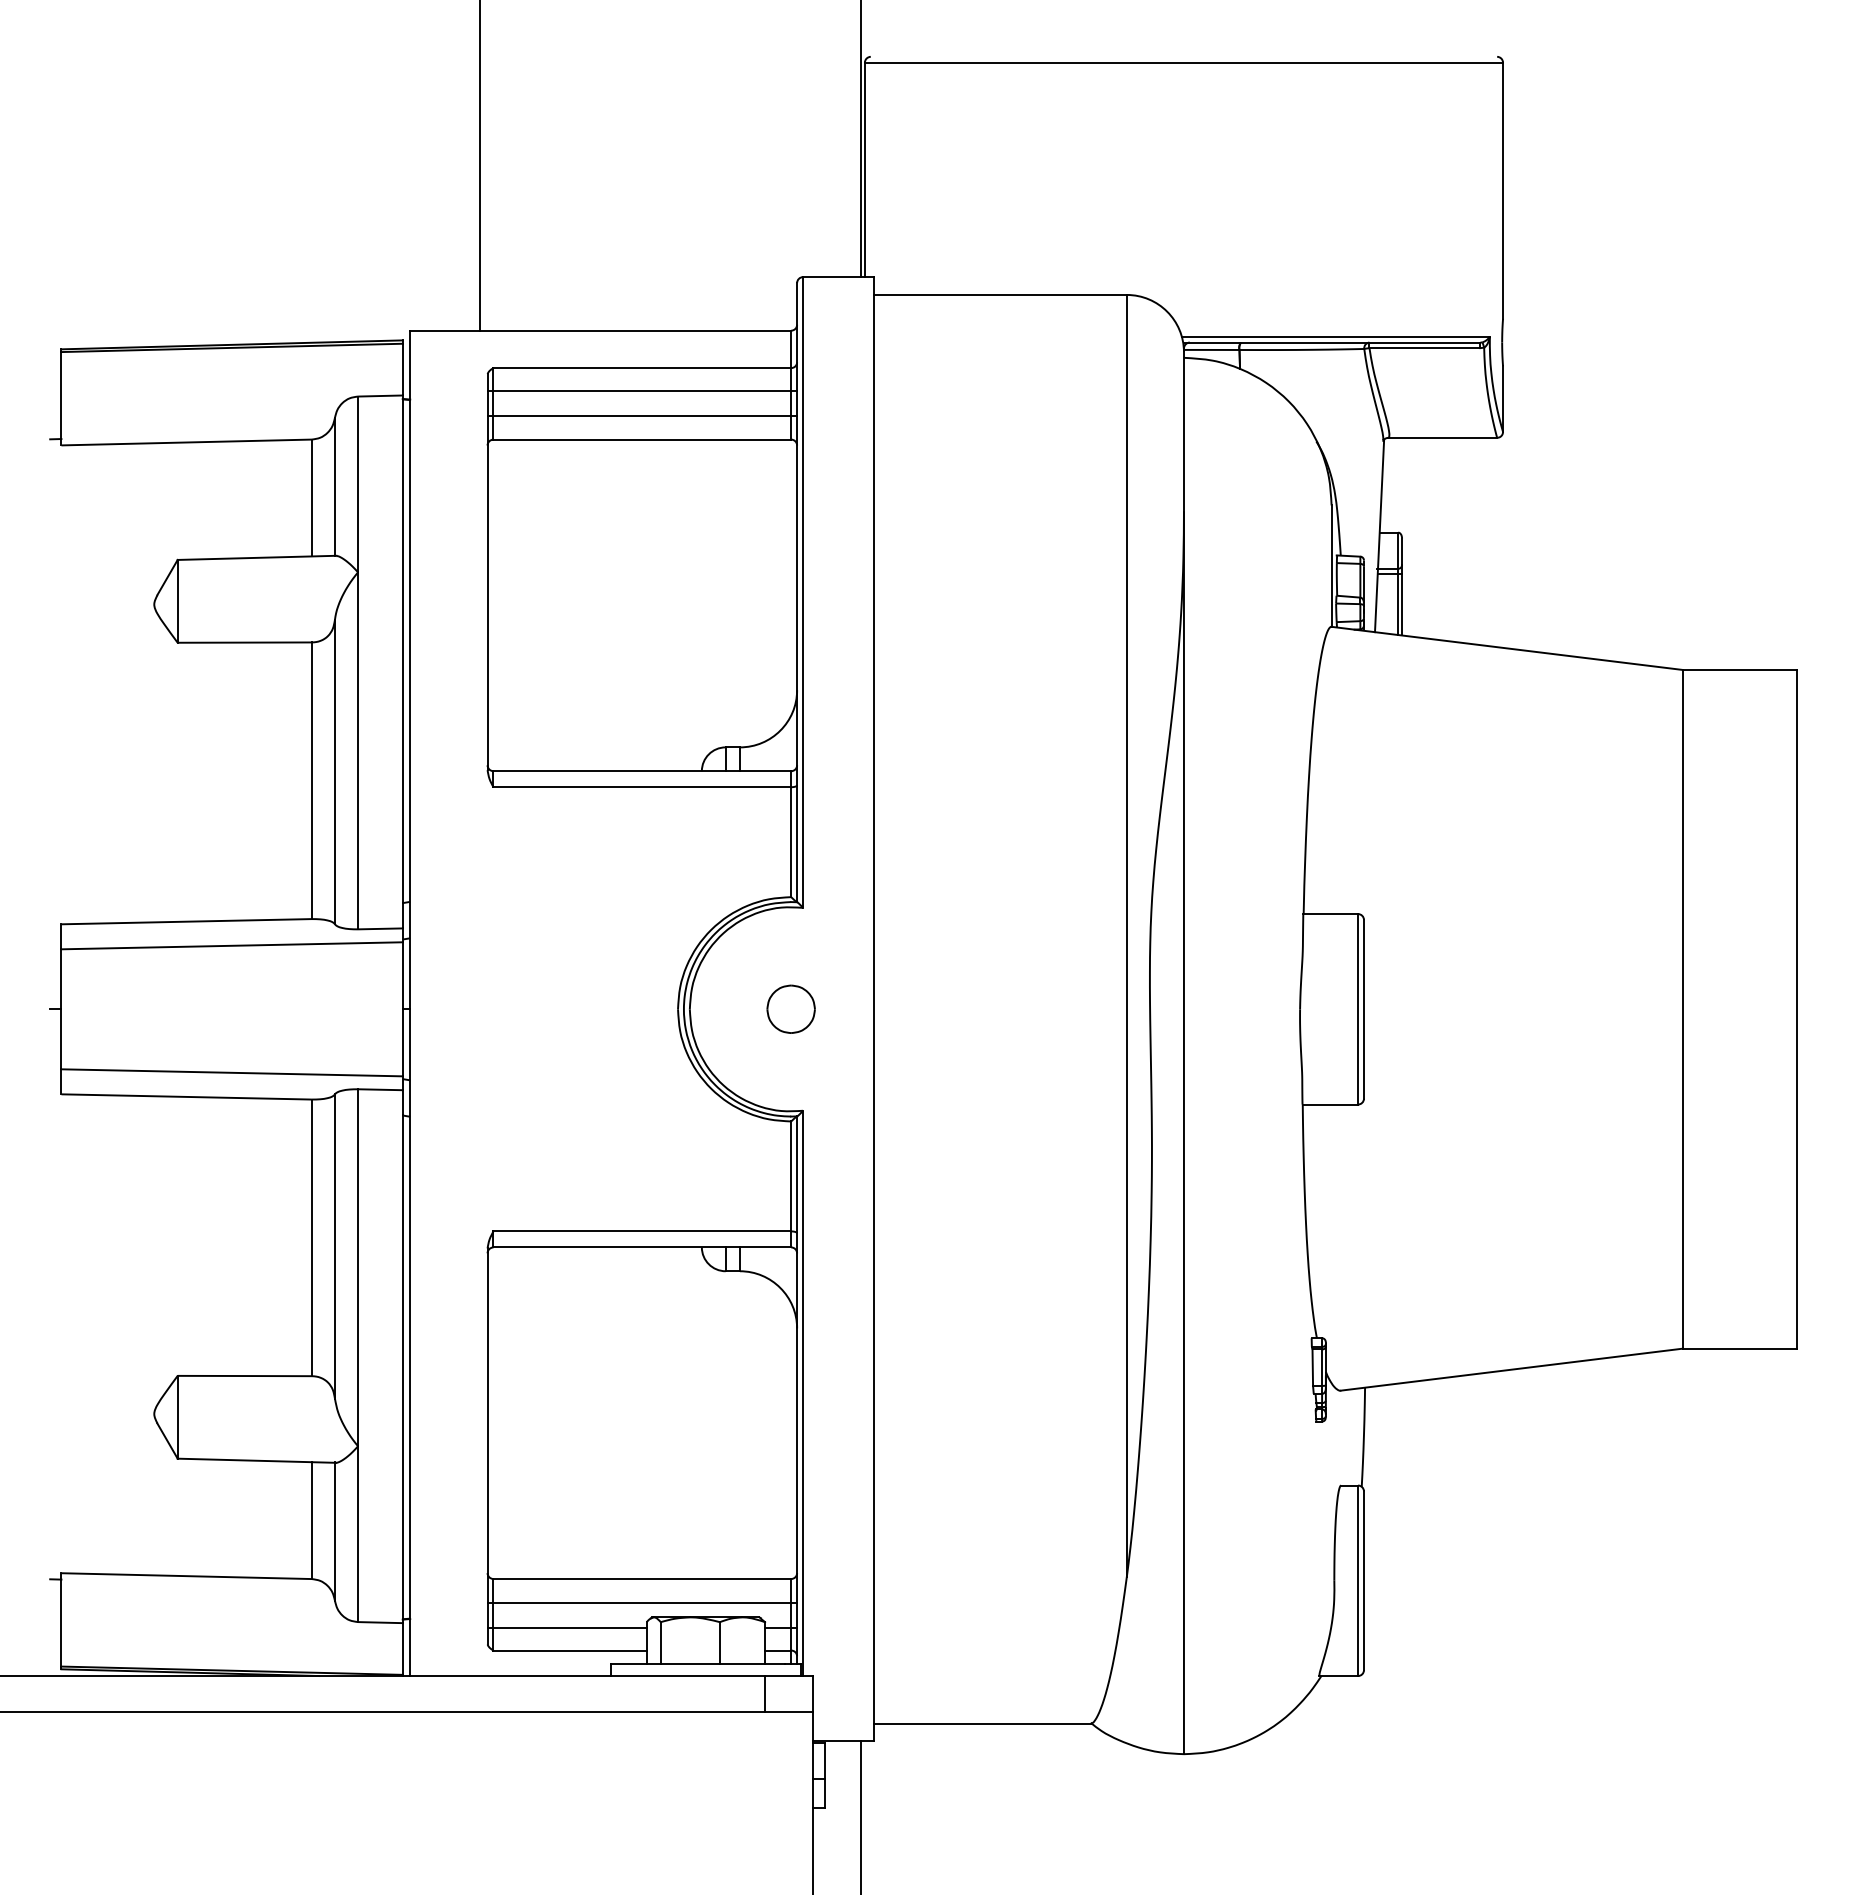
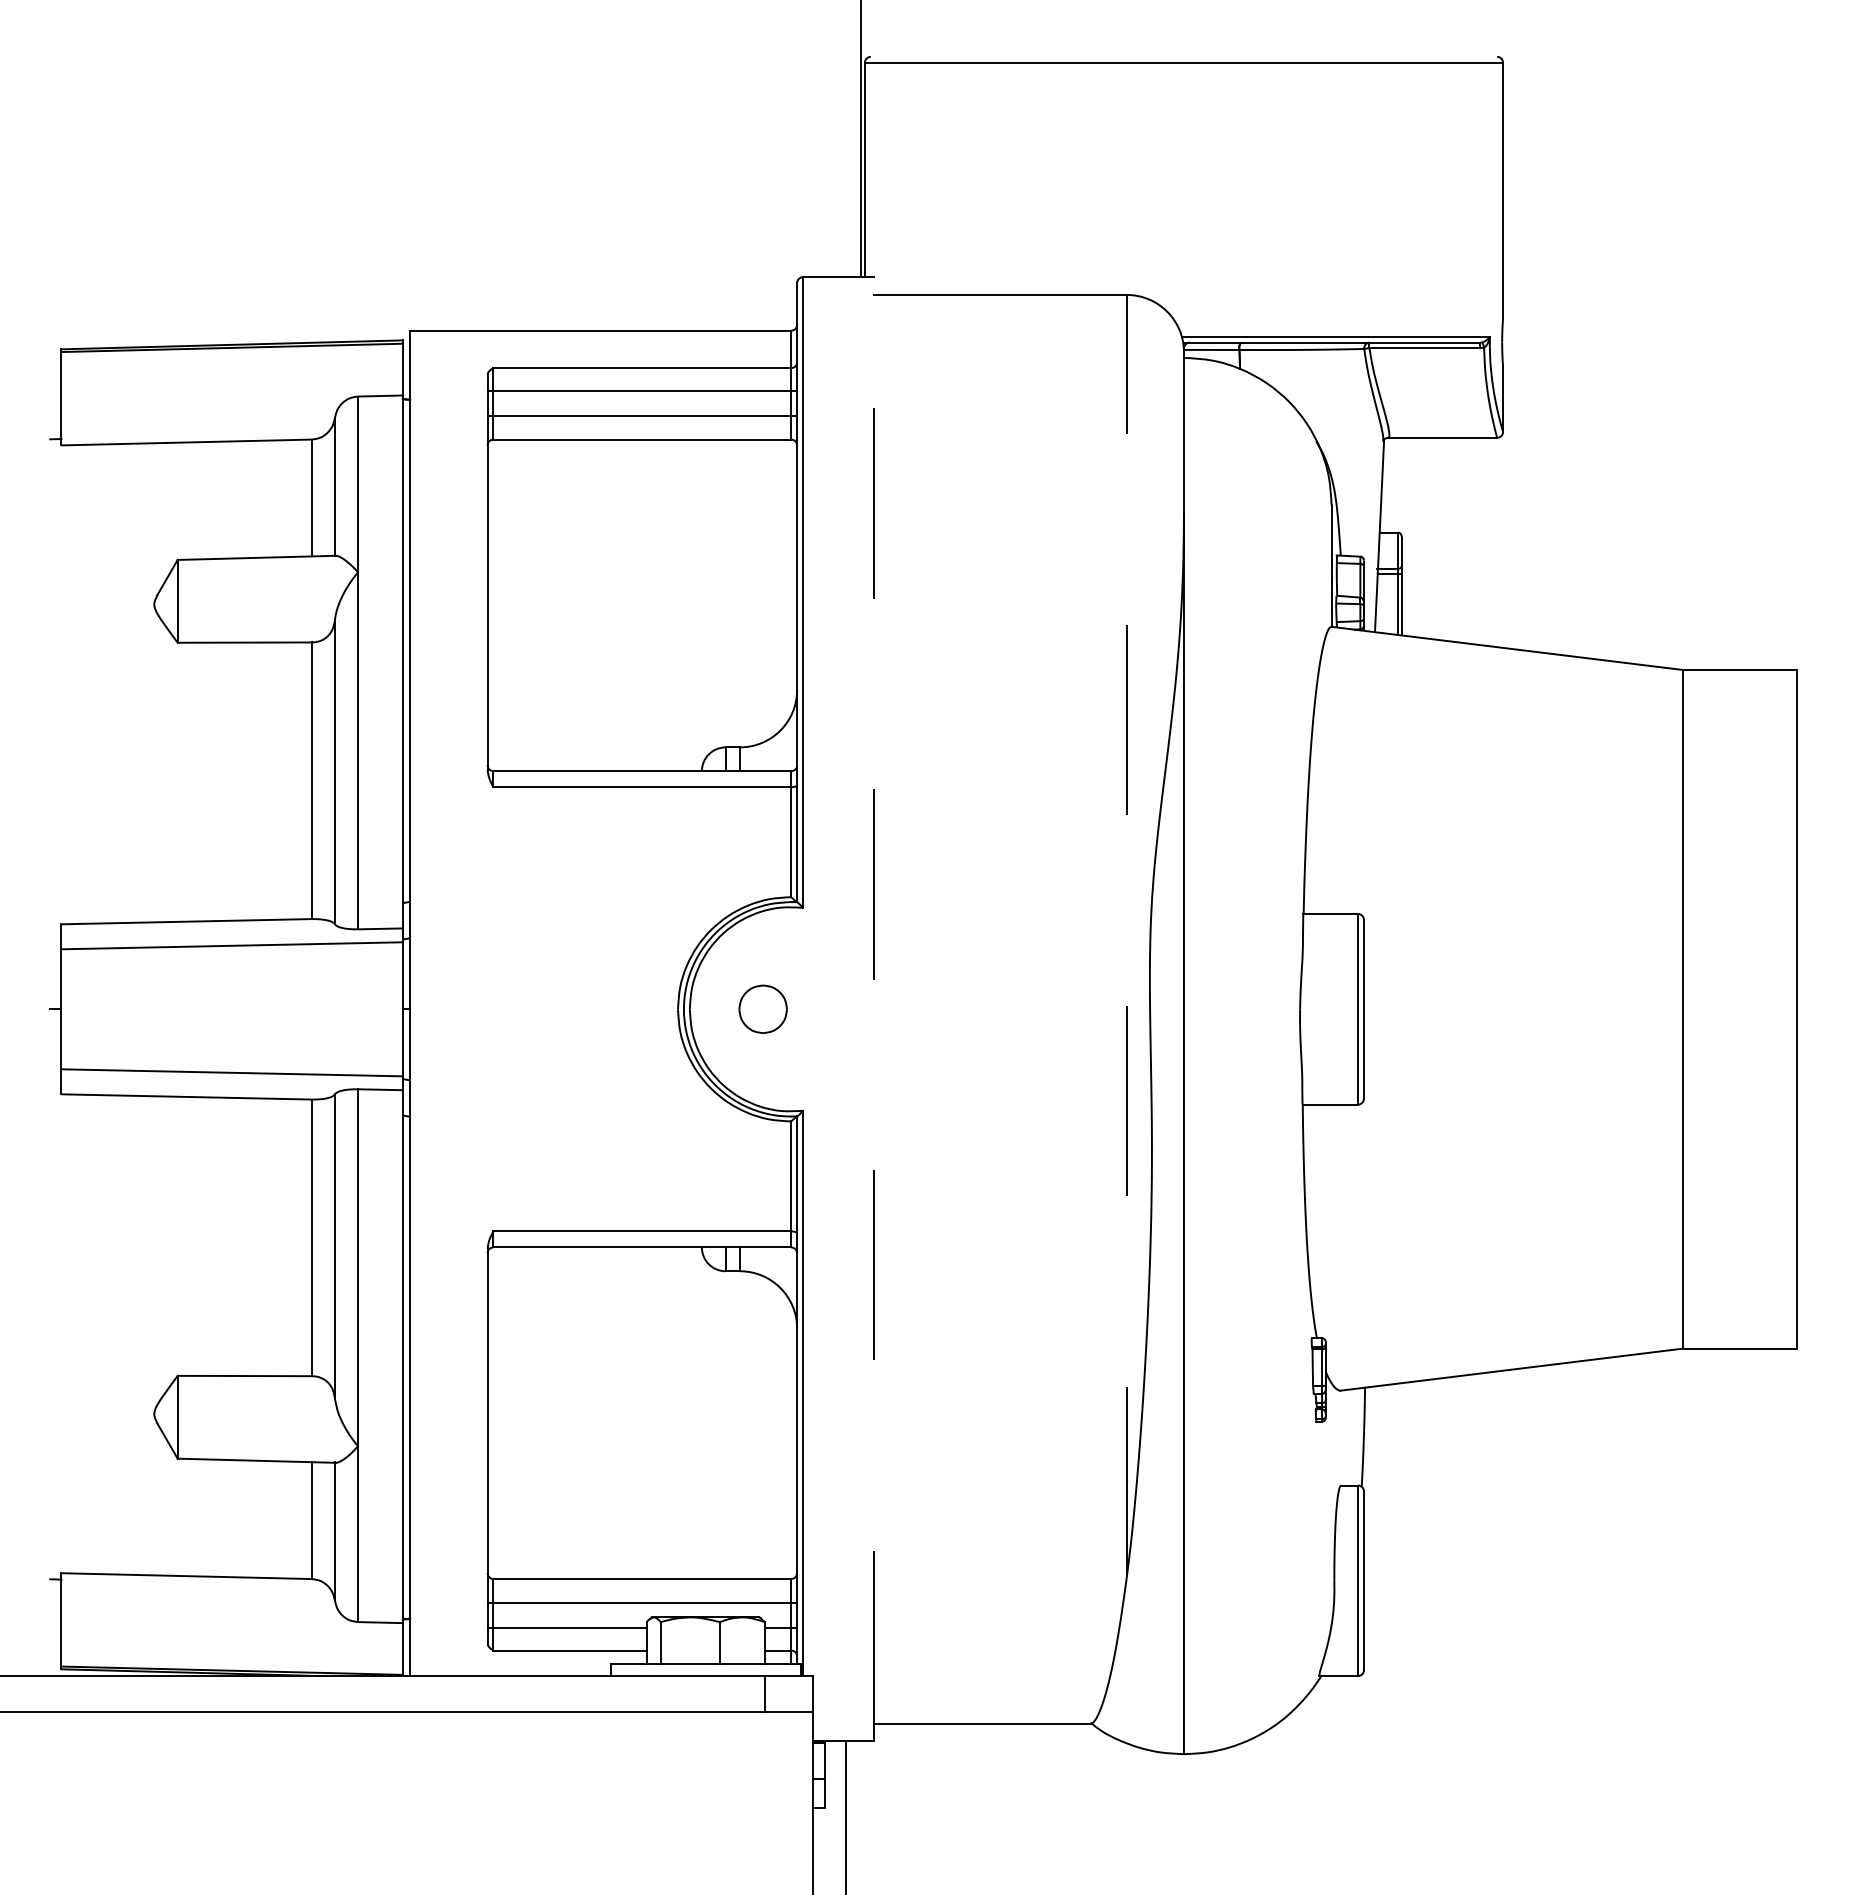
line at (479, 166): present -> none
line at (1126, 935): solid -> dashed
part at (790, 1008) position: (790, 1008) -> (762, 1008)
line at (874, 1008): solid -> dashed
line at (860, 1816) position: (860, 1816) -> (845, 1816)
